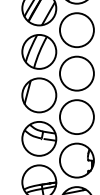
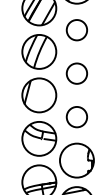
circle at (76, 30) diameter: 34 px -> 20 px
circle at (76, 73) diameter: 34 px -> 20 px
circle at (76, 117) diameter: 34 px -> 20 px
